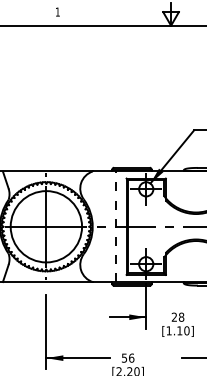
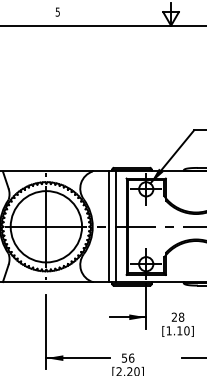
text at (57, 11): 1 -> 5
line at (108, 226): none -> present
line at (115, 226): dashed -> solid
